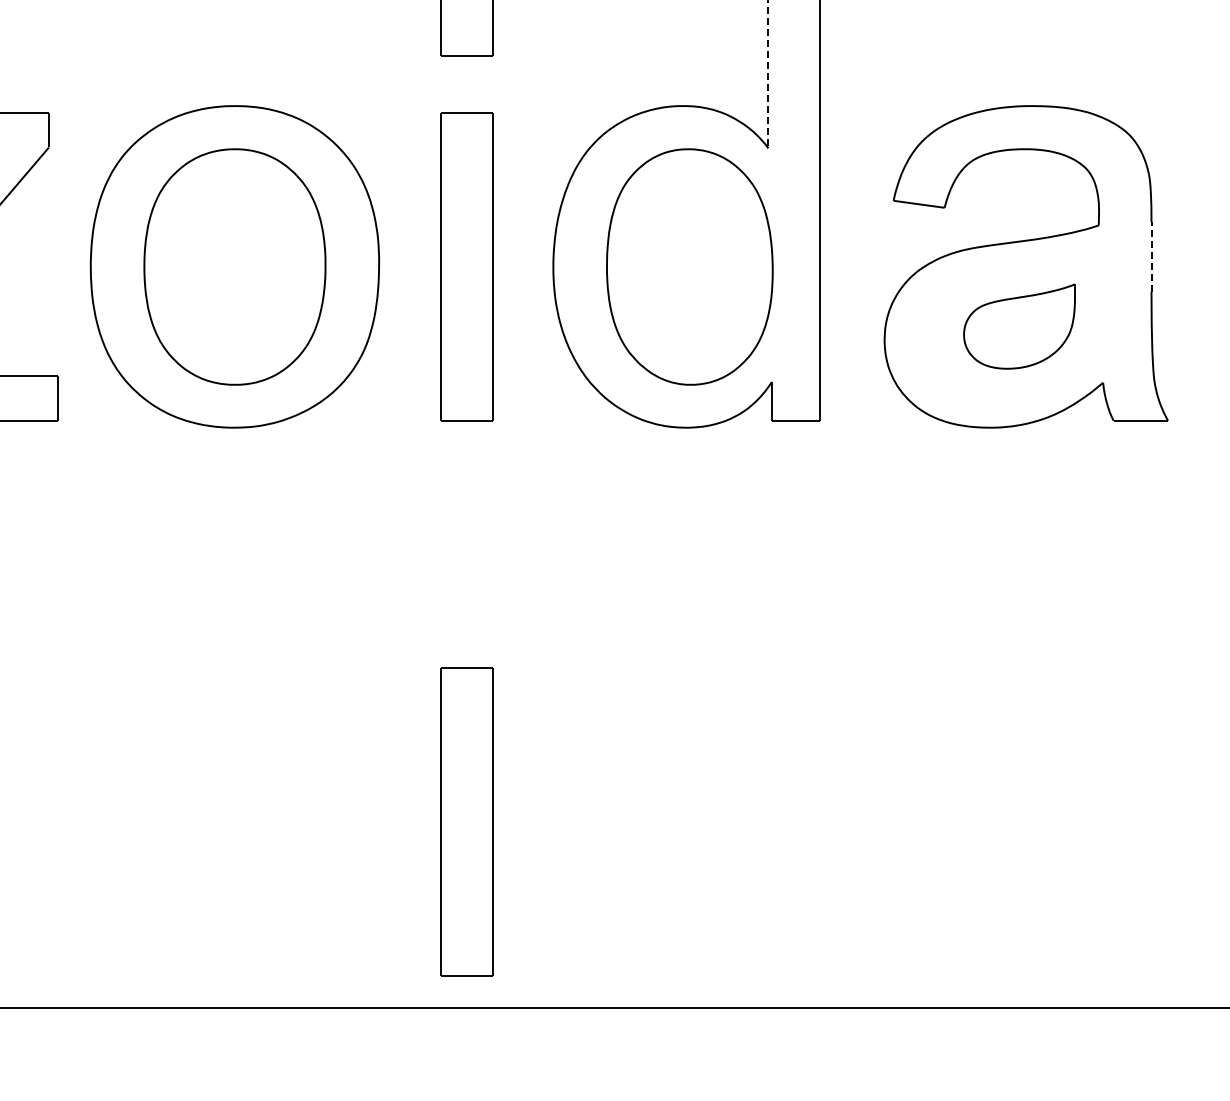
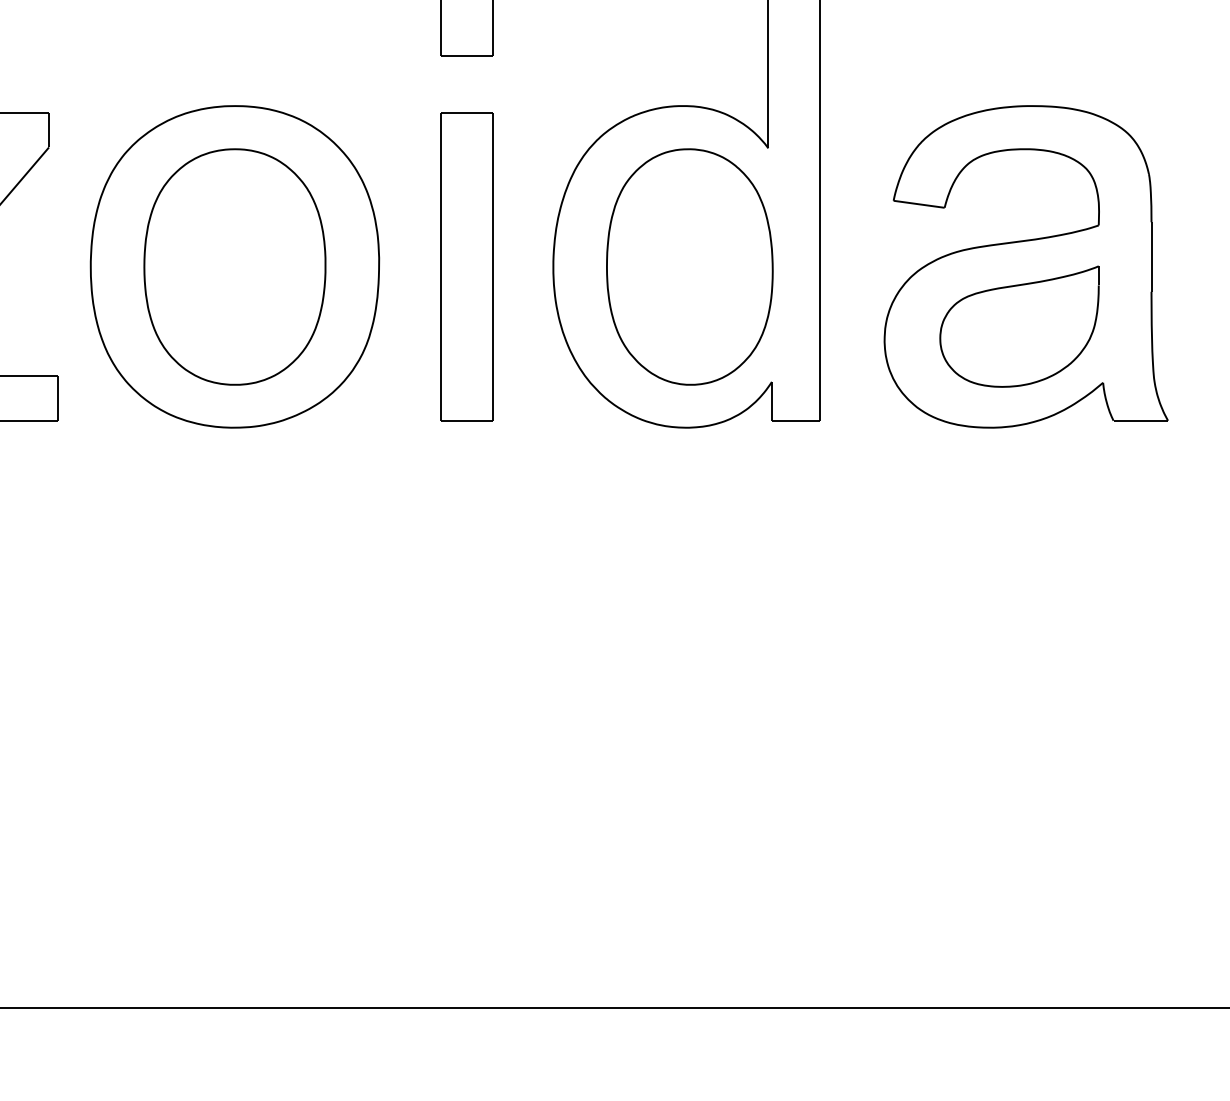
line at (768, 74): dashed -> solid
line at (1151, 257): dashed -> solid
part at (1019, 326) size: 113x87 px -> 161x123 px
part at (466, 821): present -> none
